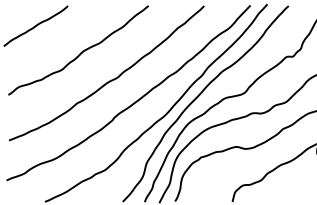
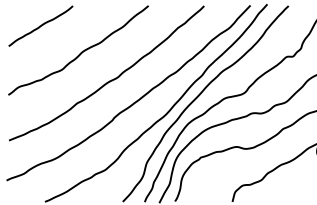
curve at (35, 25) position: (35, 25) -> (40, 25)
